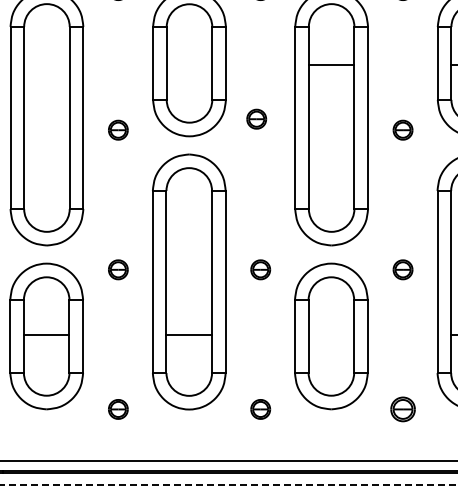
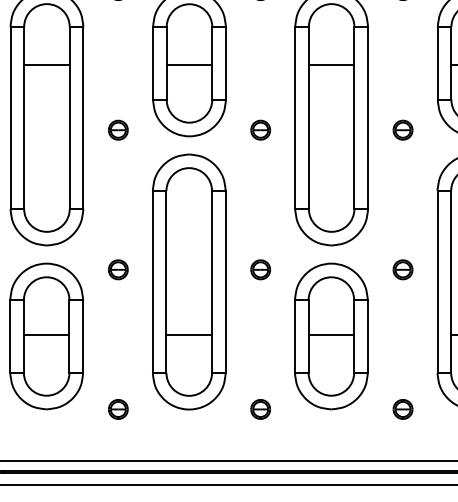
line at (46, 64): none -> present
line at (189, 64): none -> present
part at (256, 118) position: (256, 118) -> (260, 129)
line at (331, 335): none -> present
part at (402, 409) size: 26x27 px -> 22x21 px
line at (229, 484): dashed -> solid
